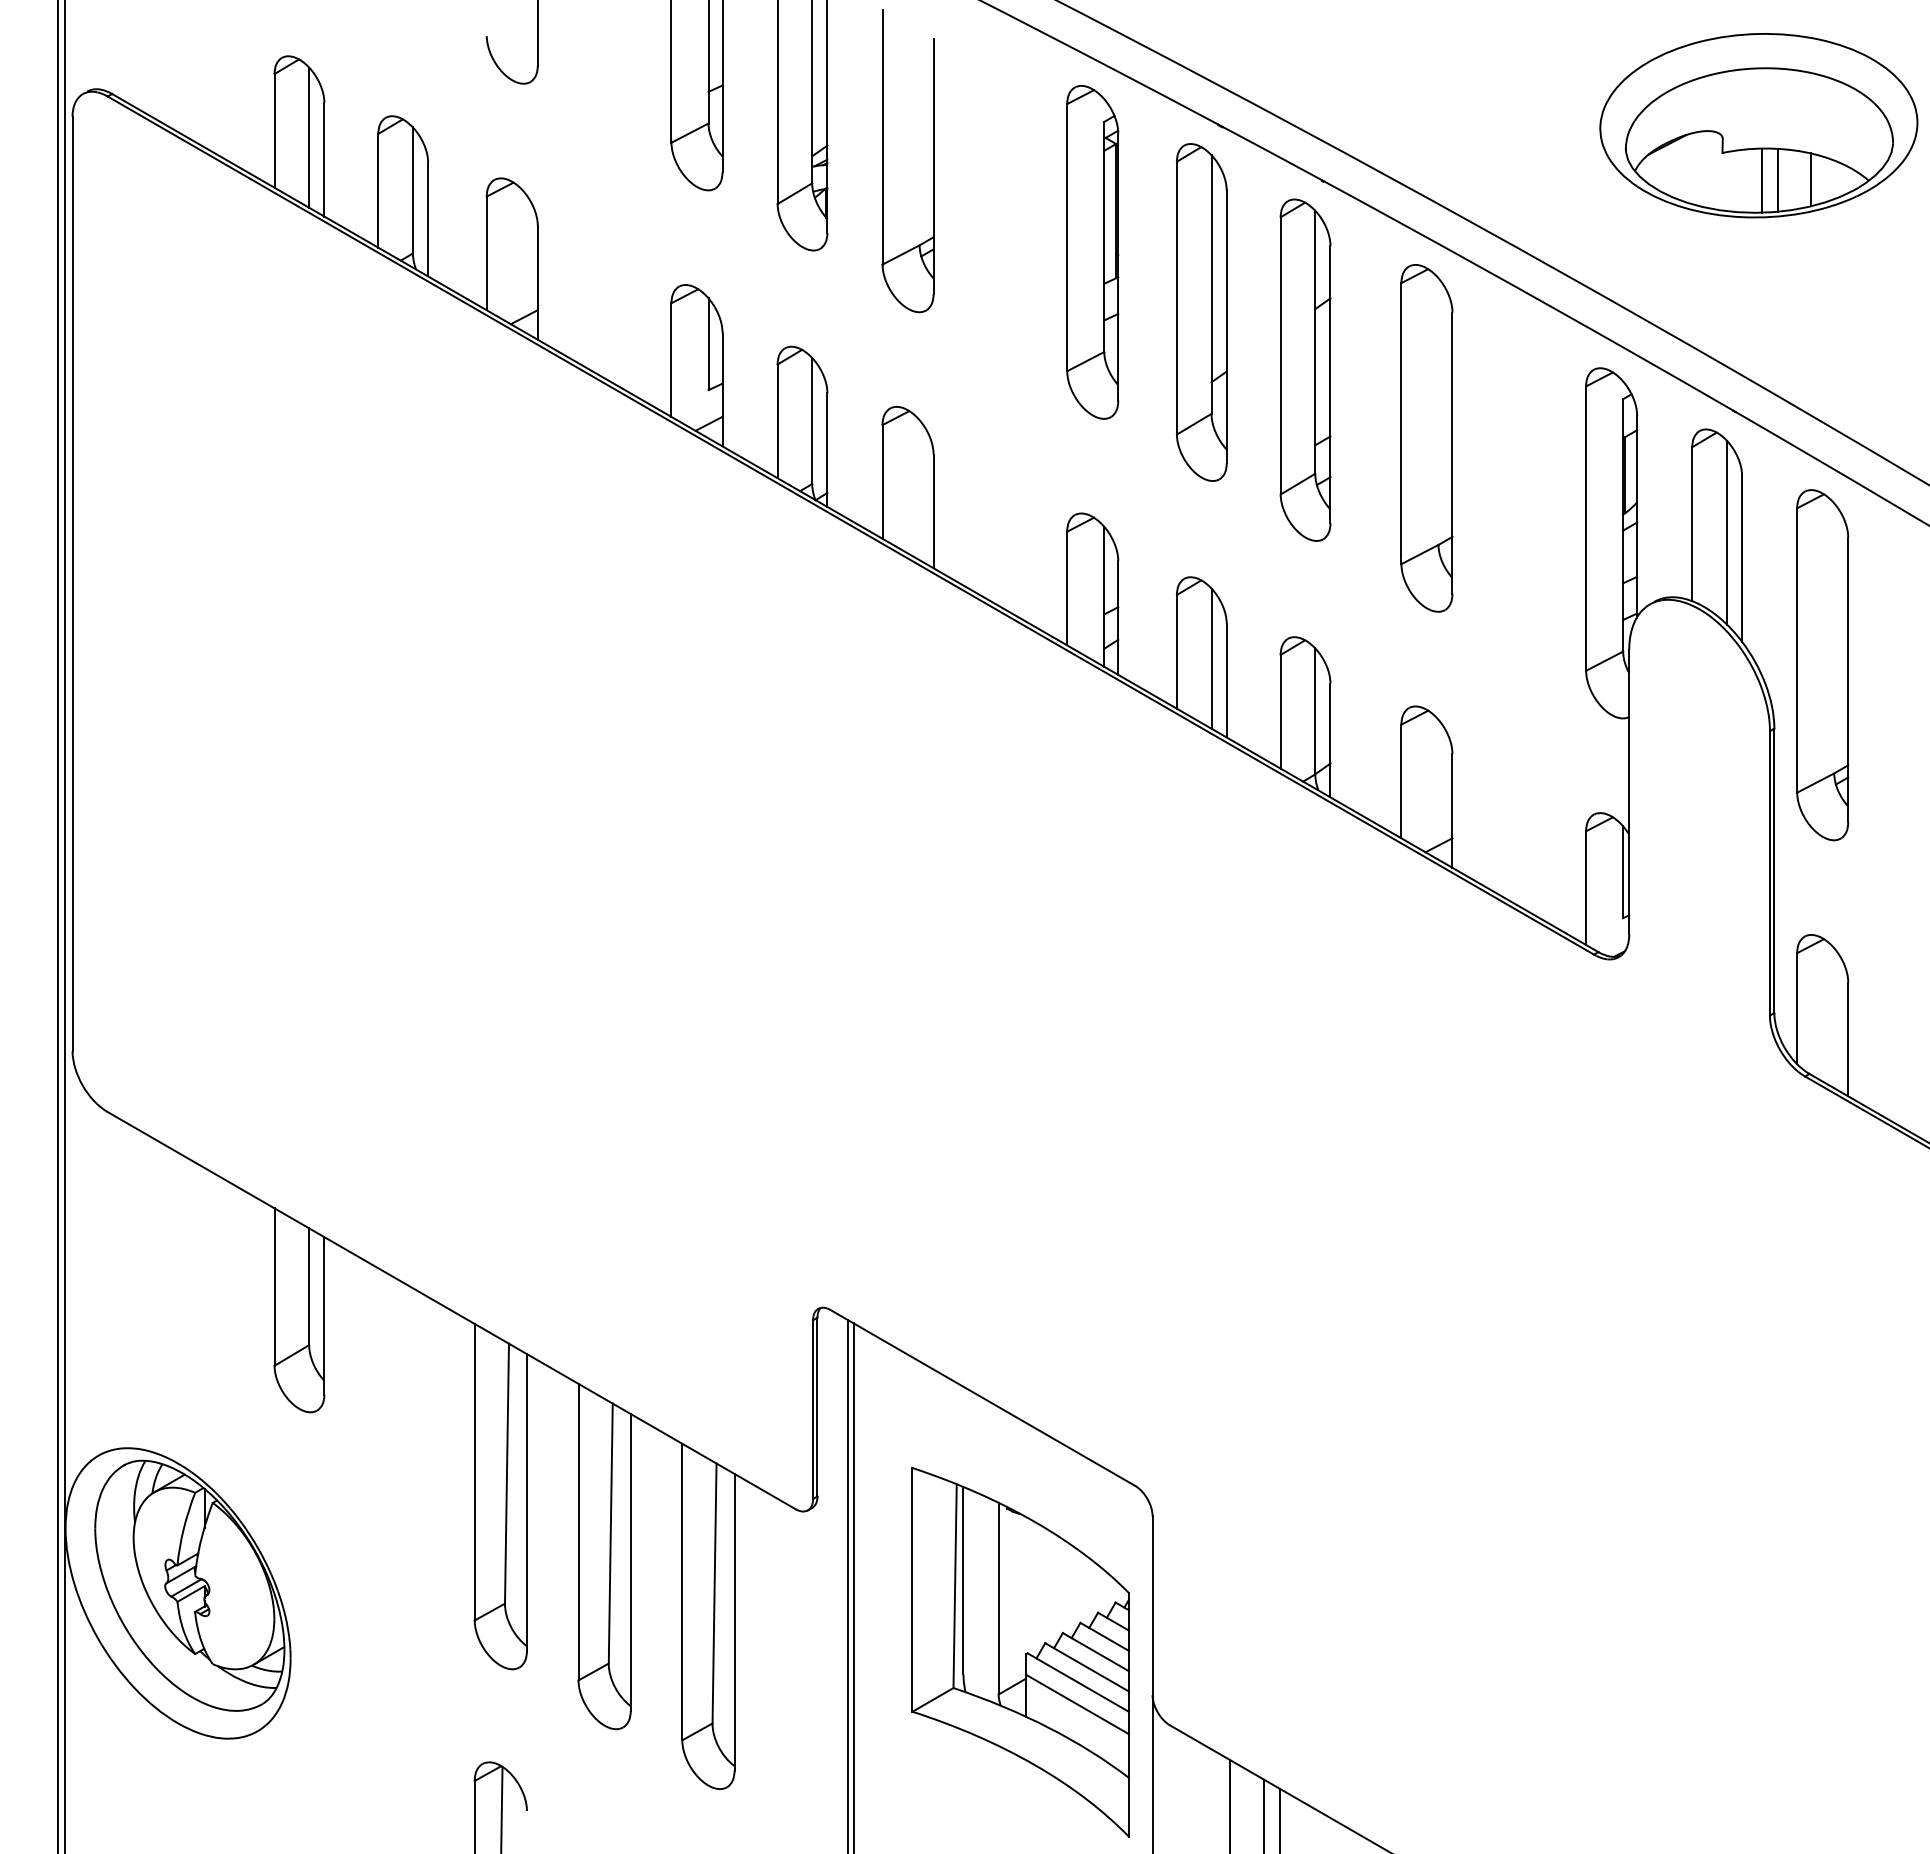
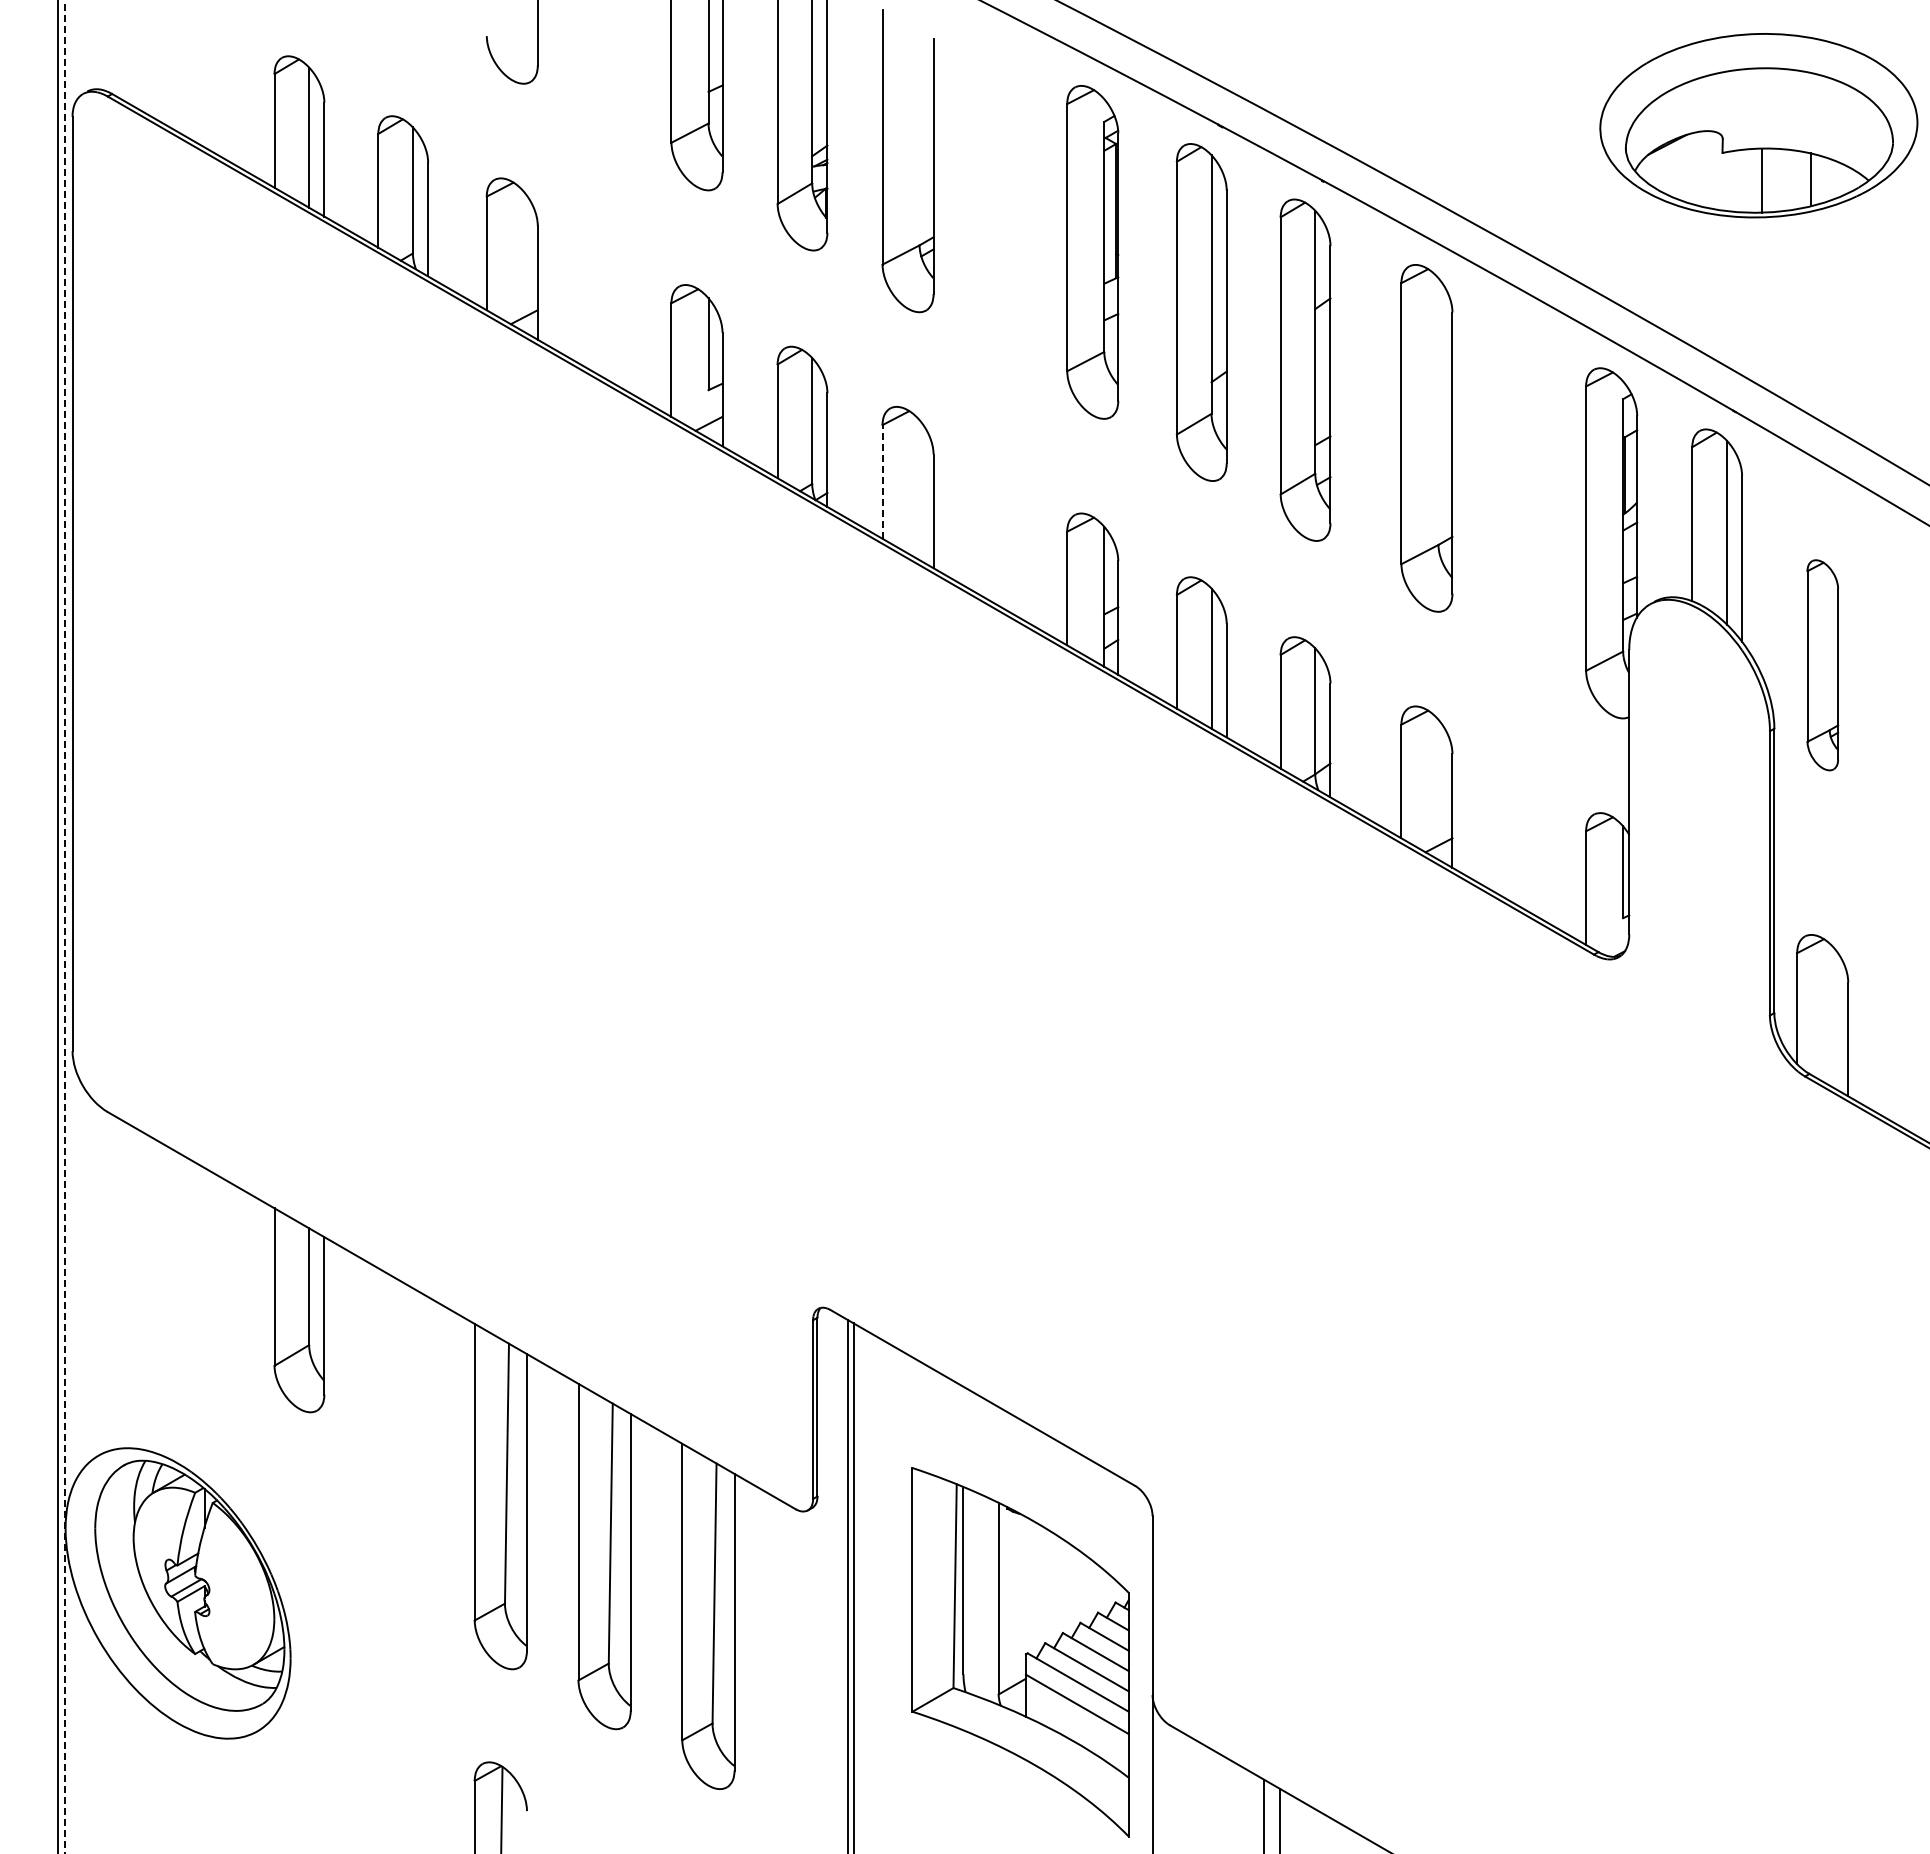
line at (1777, 179): present -> none
line at (882, 481): solid -> dashed
part at (1822, 665) size: 54x353 px -> 34x213 px
line at (65, 927): solid -> dashed
line at (1229, 1804): present -> none
